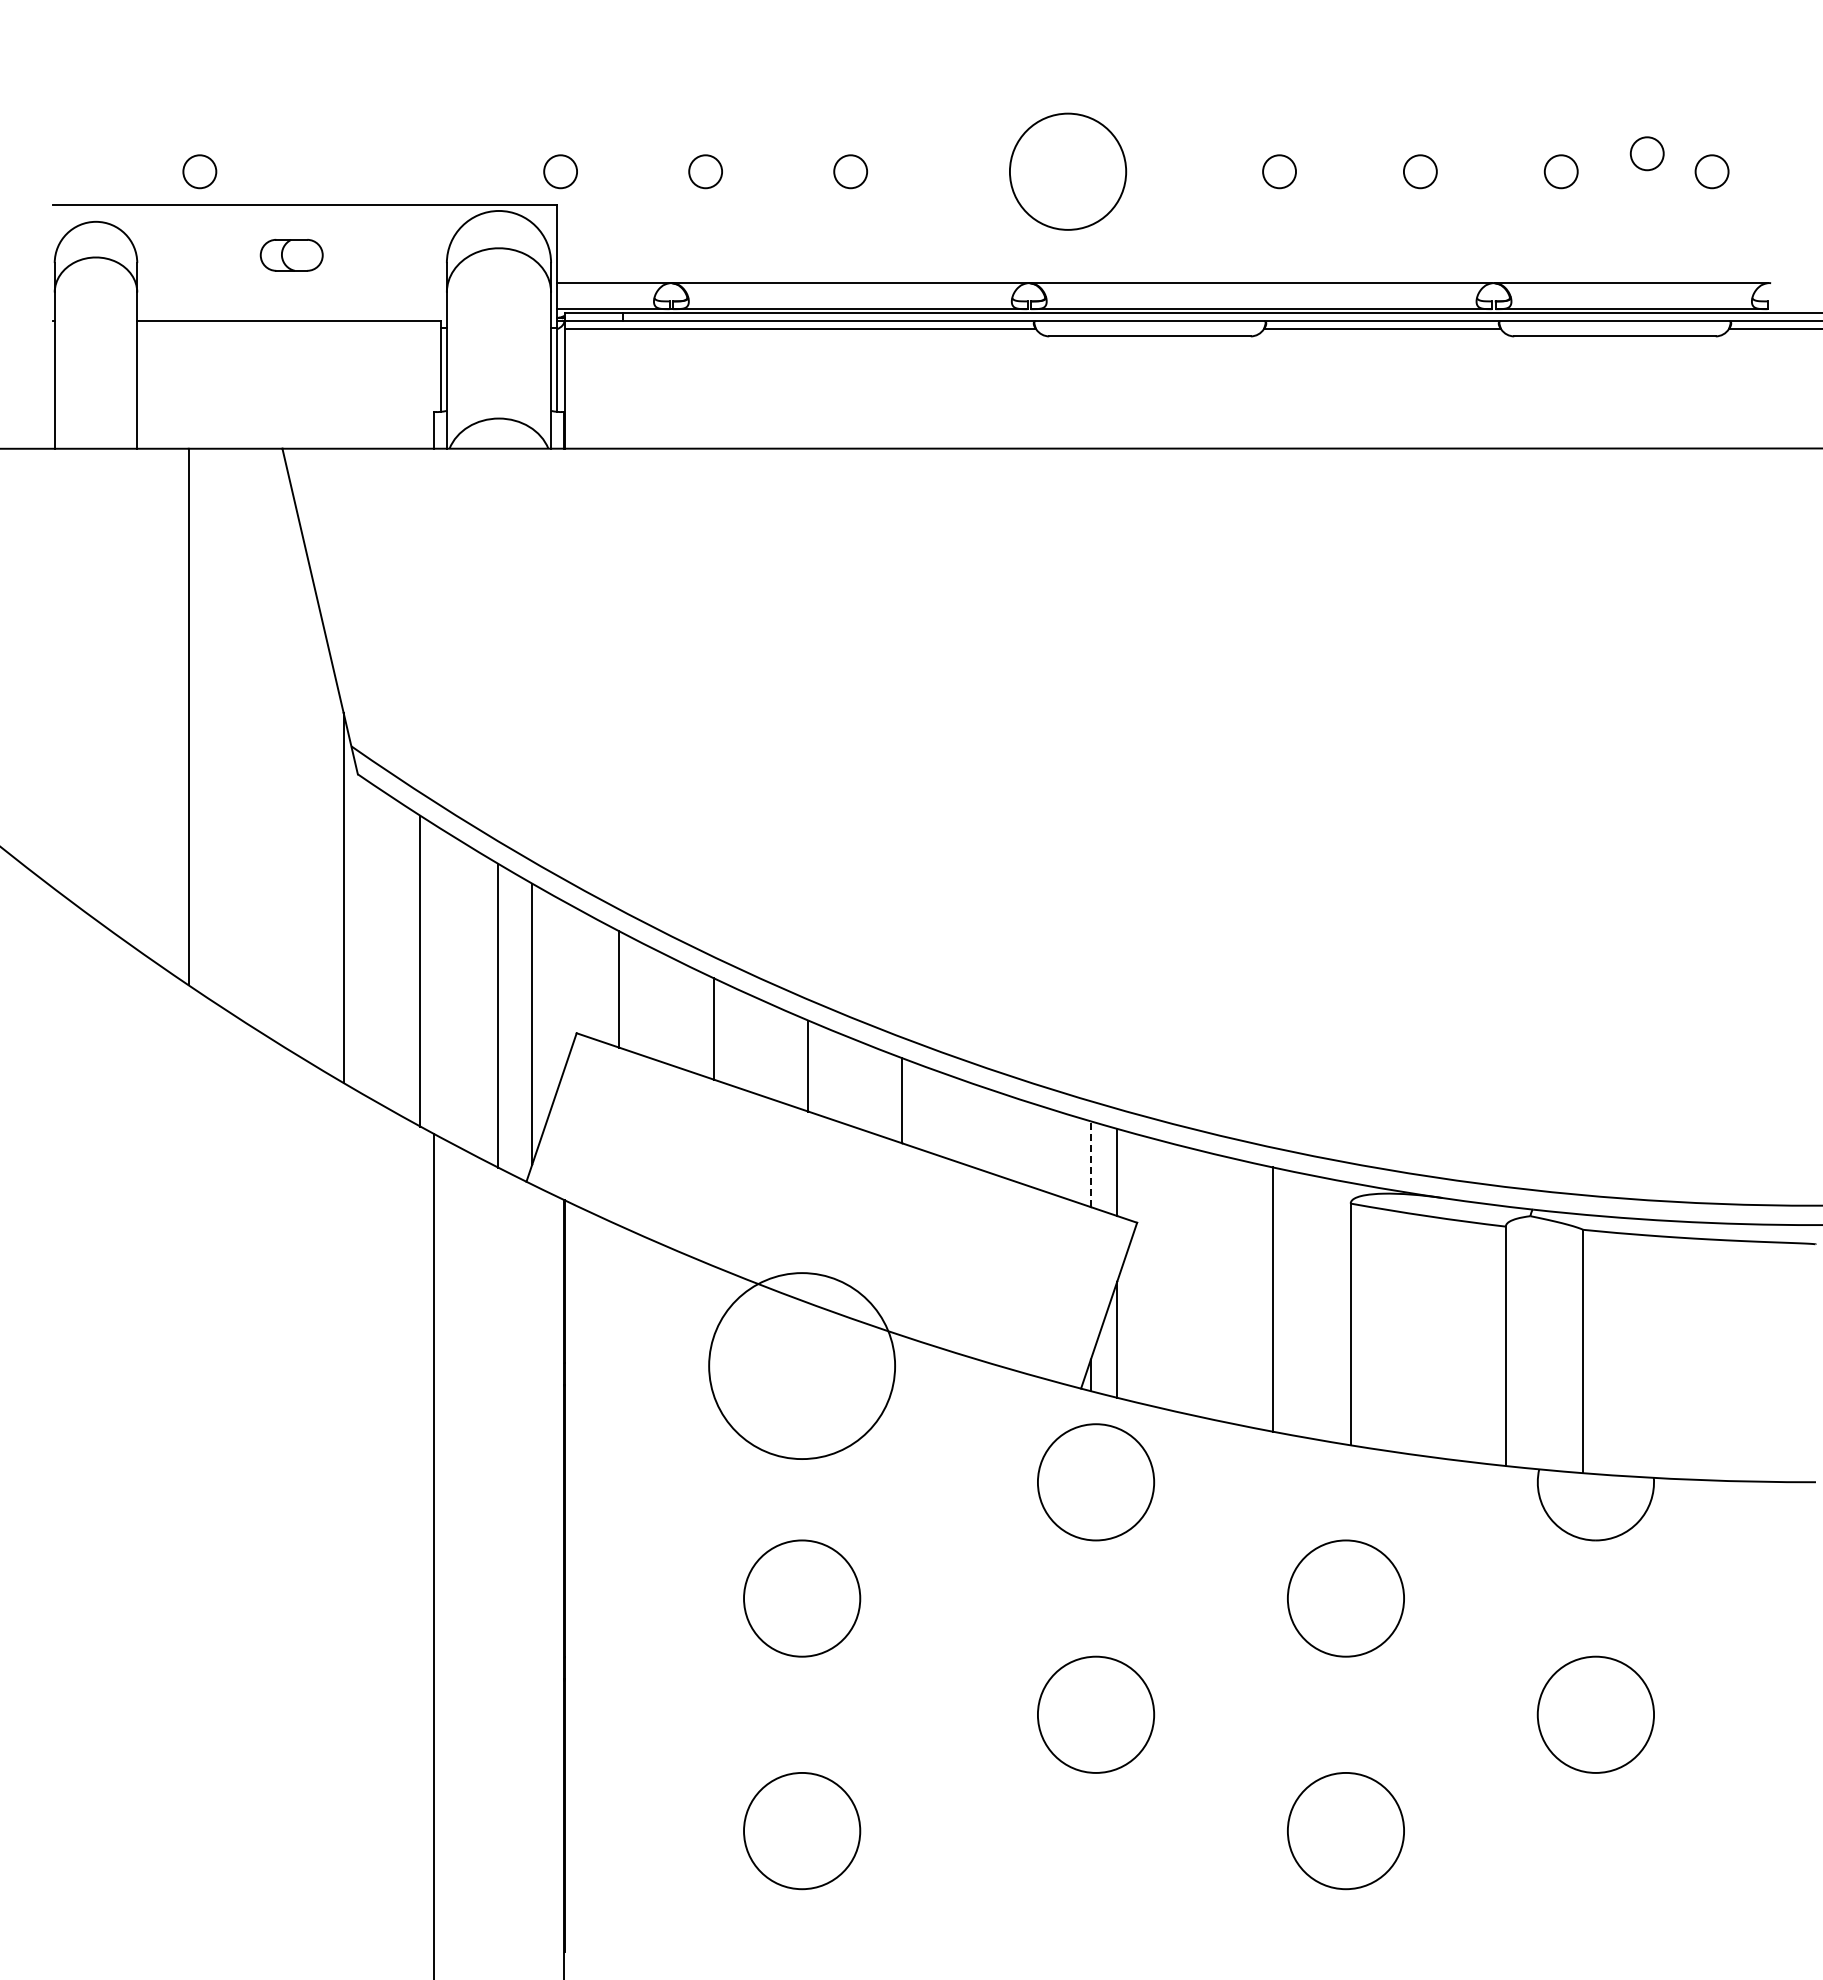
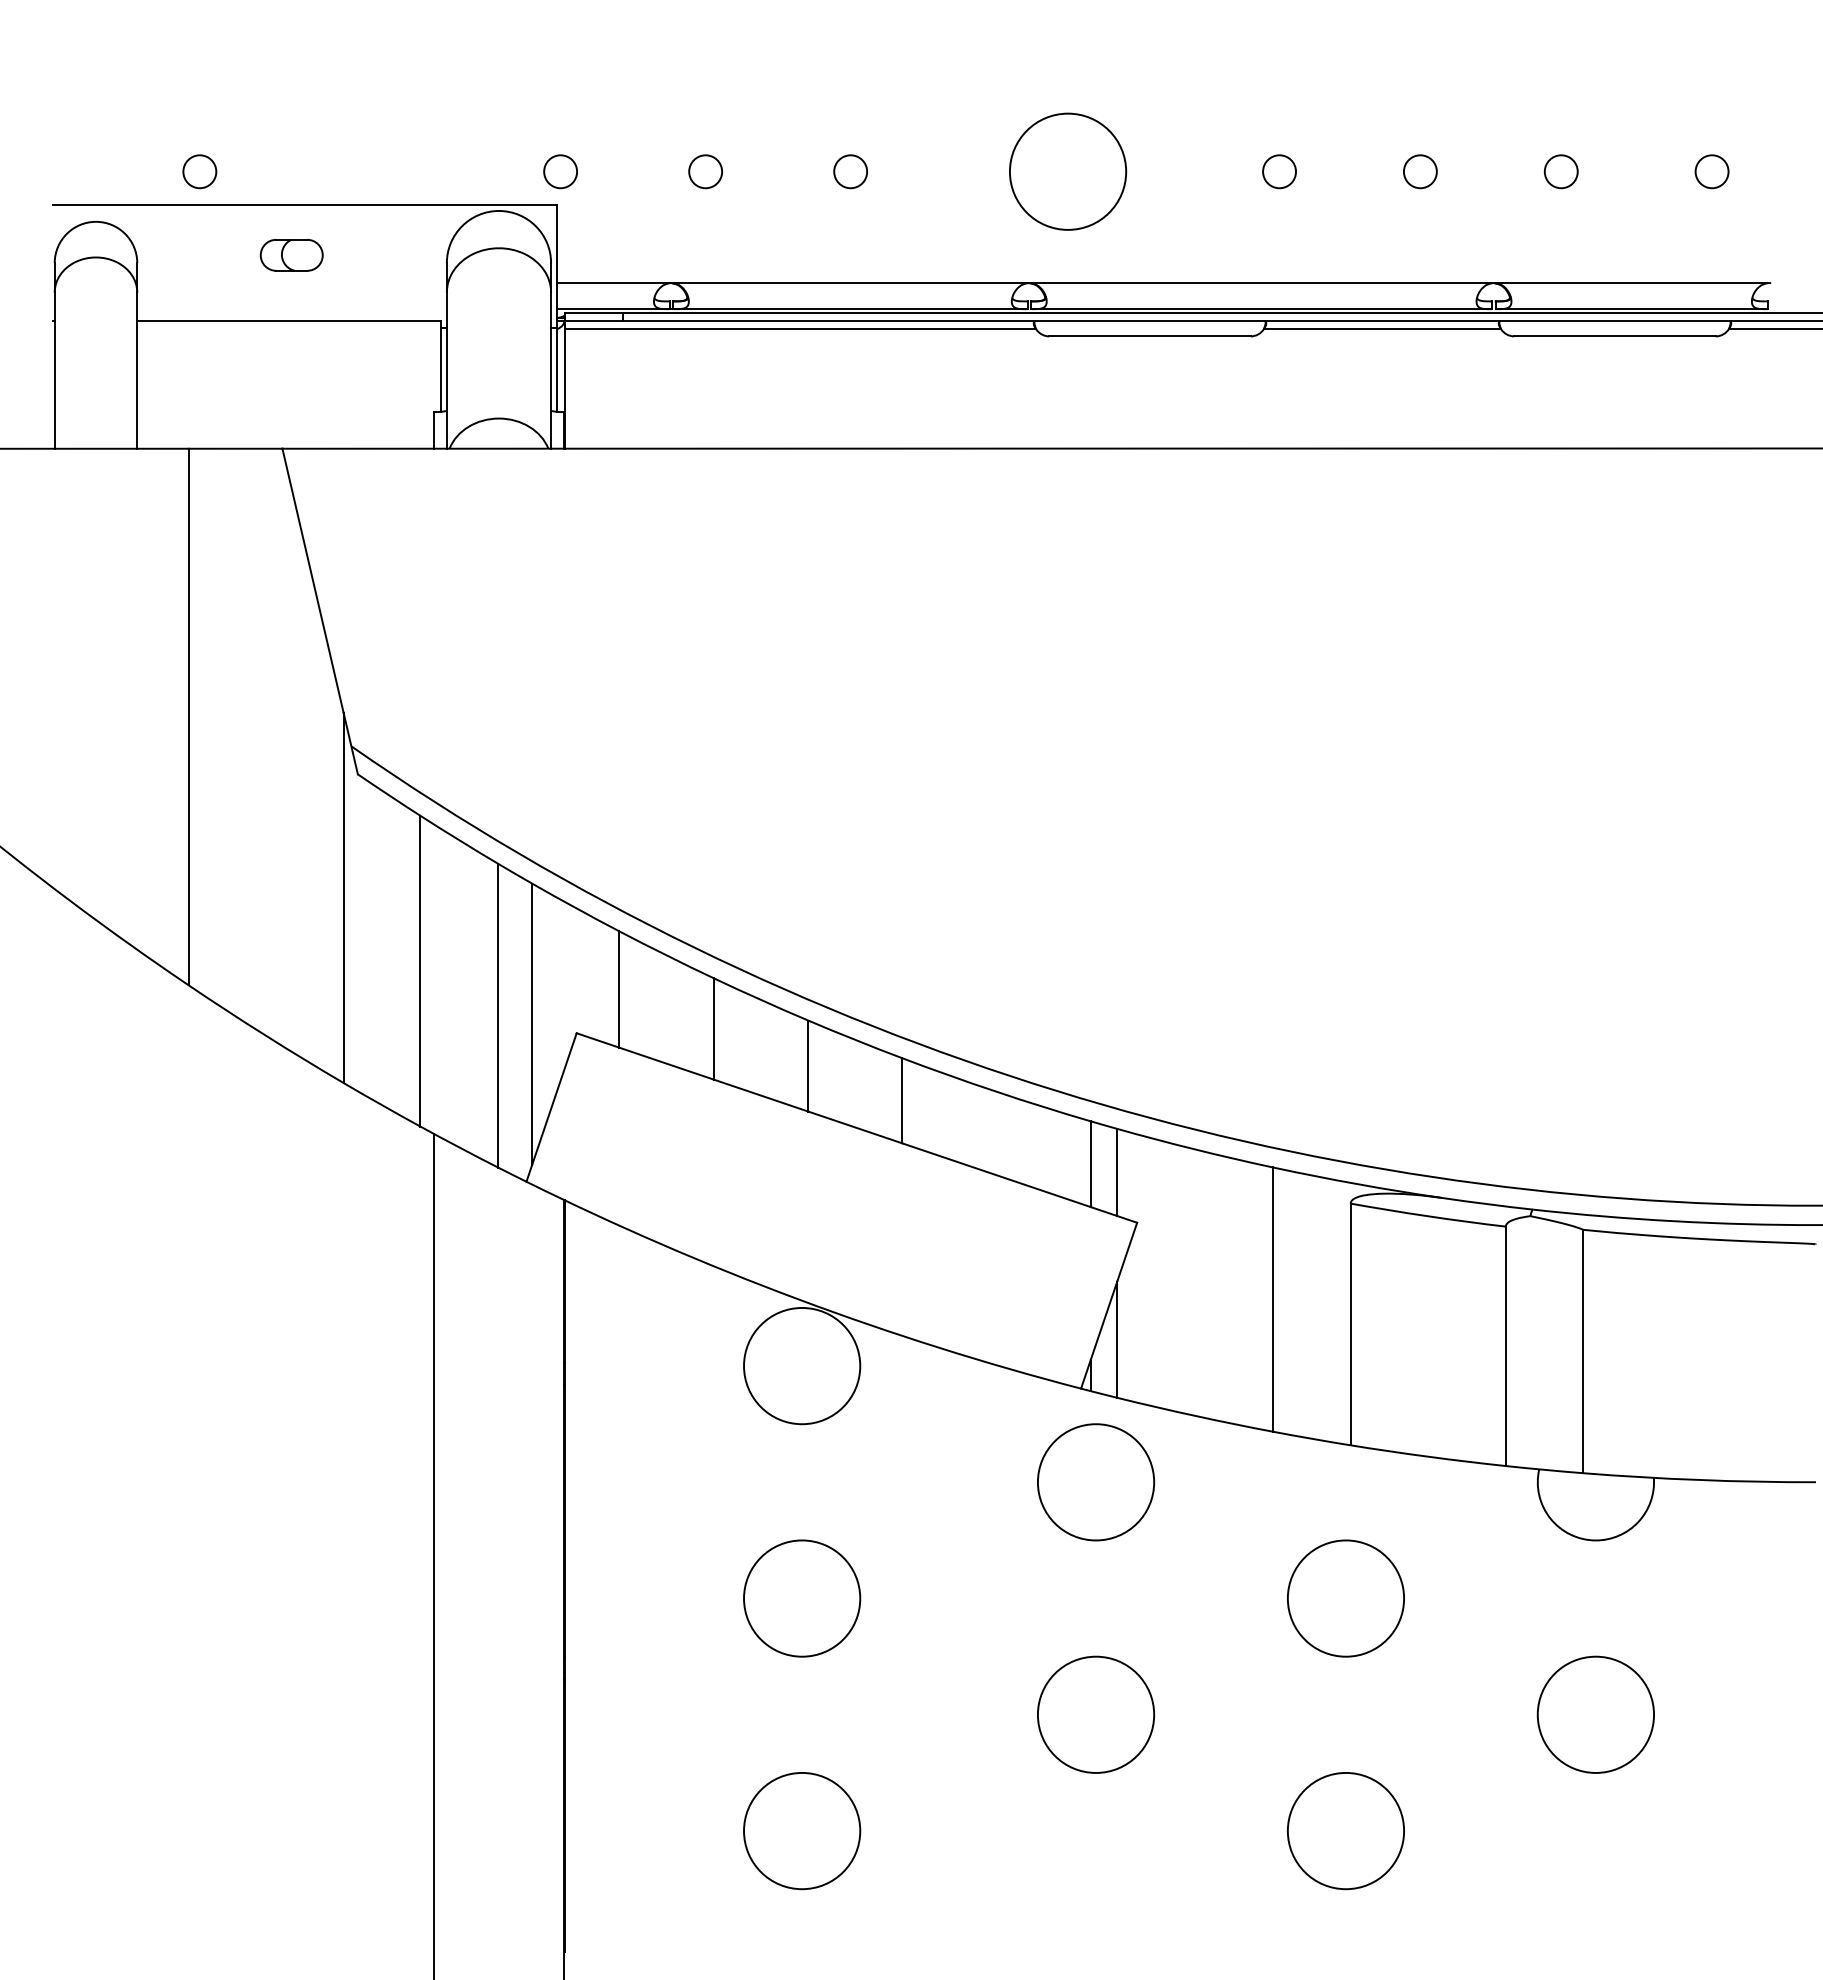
circle at (1646, 153): present -> none
line at (1090, 1164): dashed -> solid
circle at (802, 1366) diameter: 186 px -> 116 px
